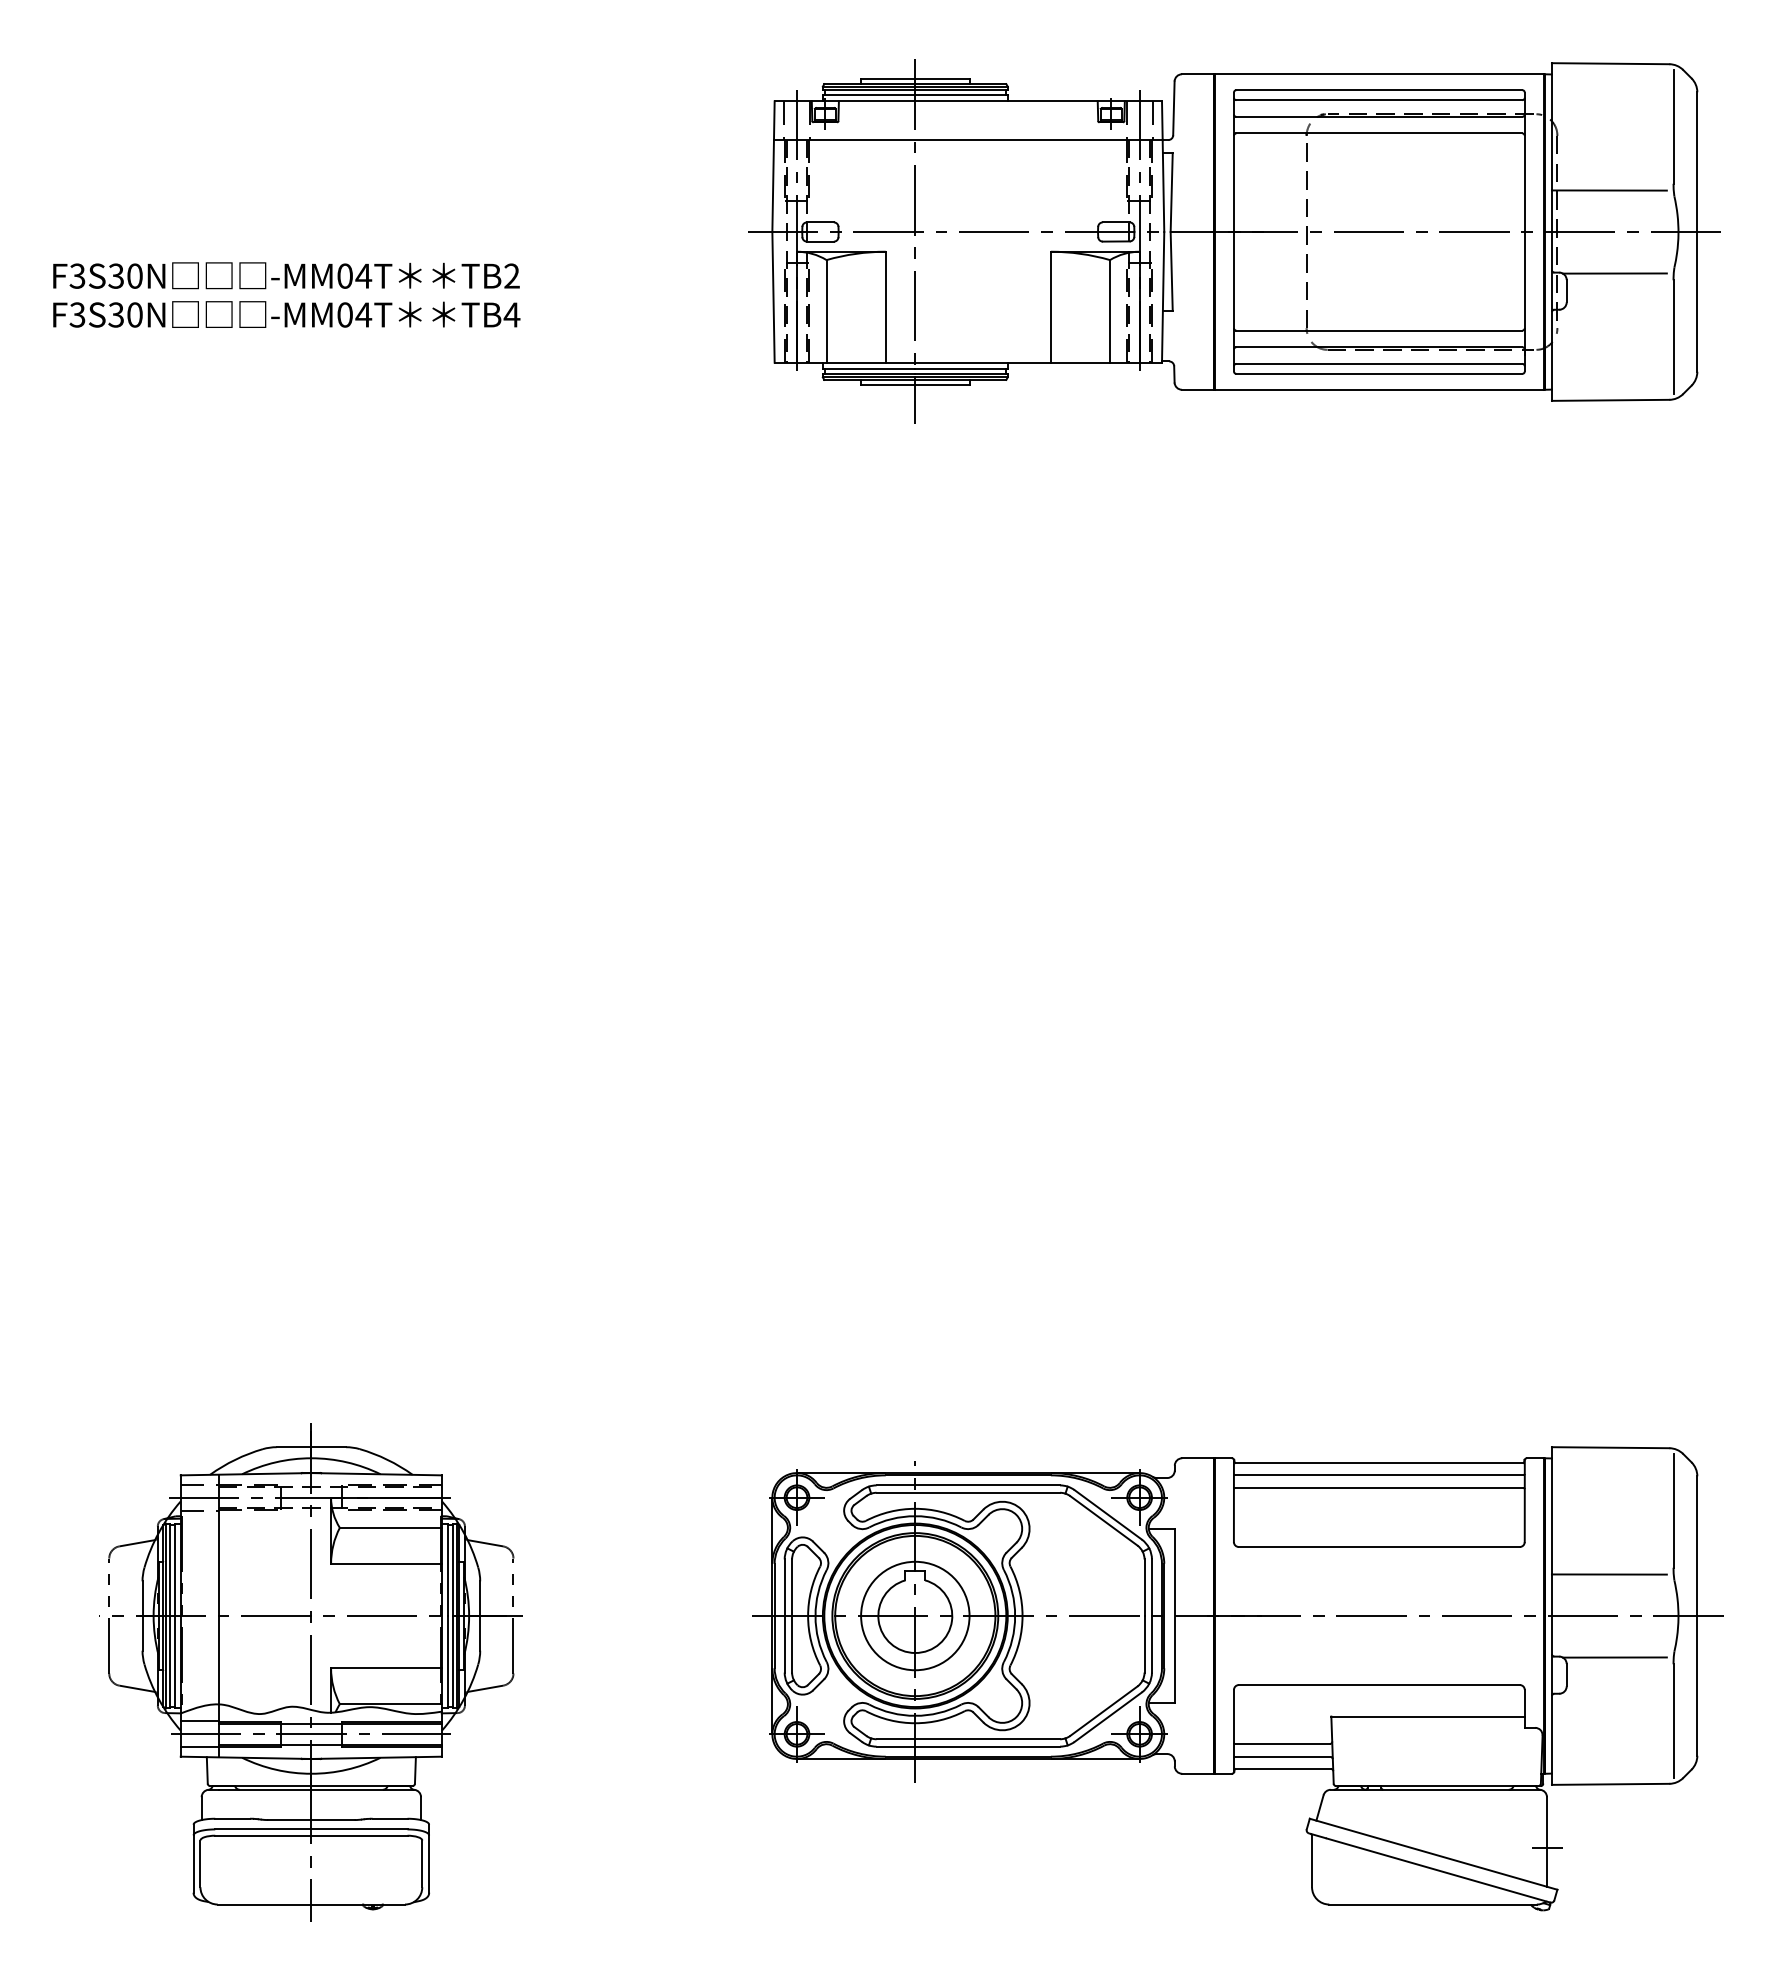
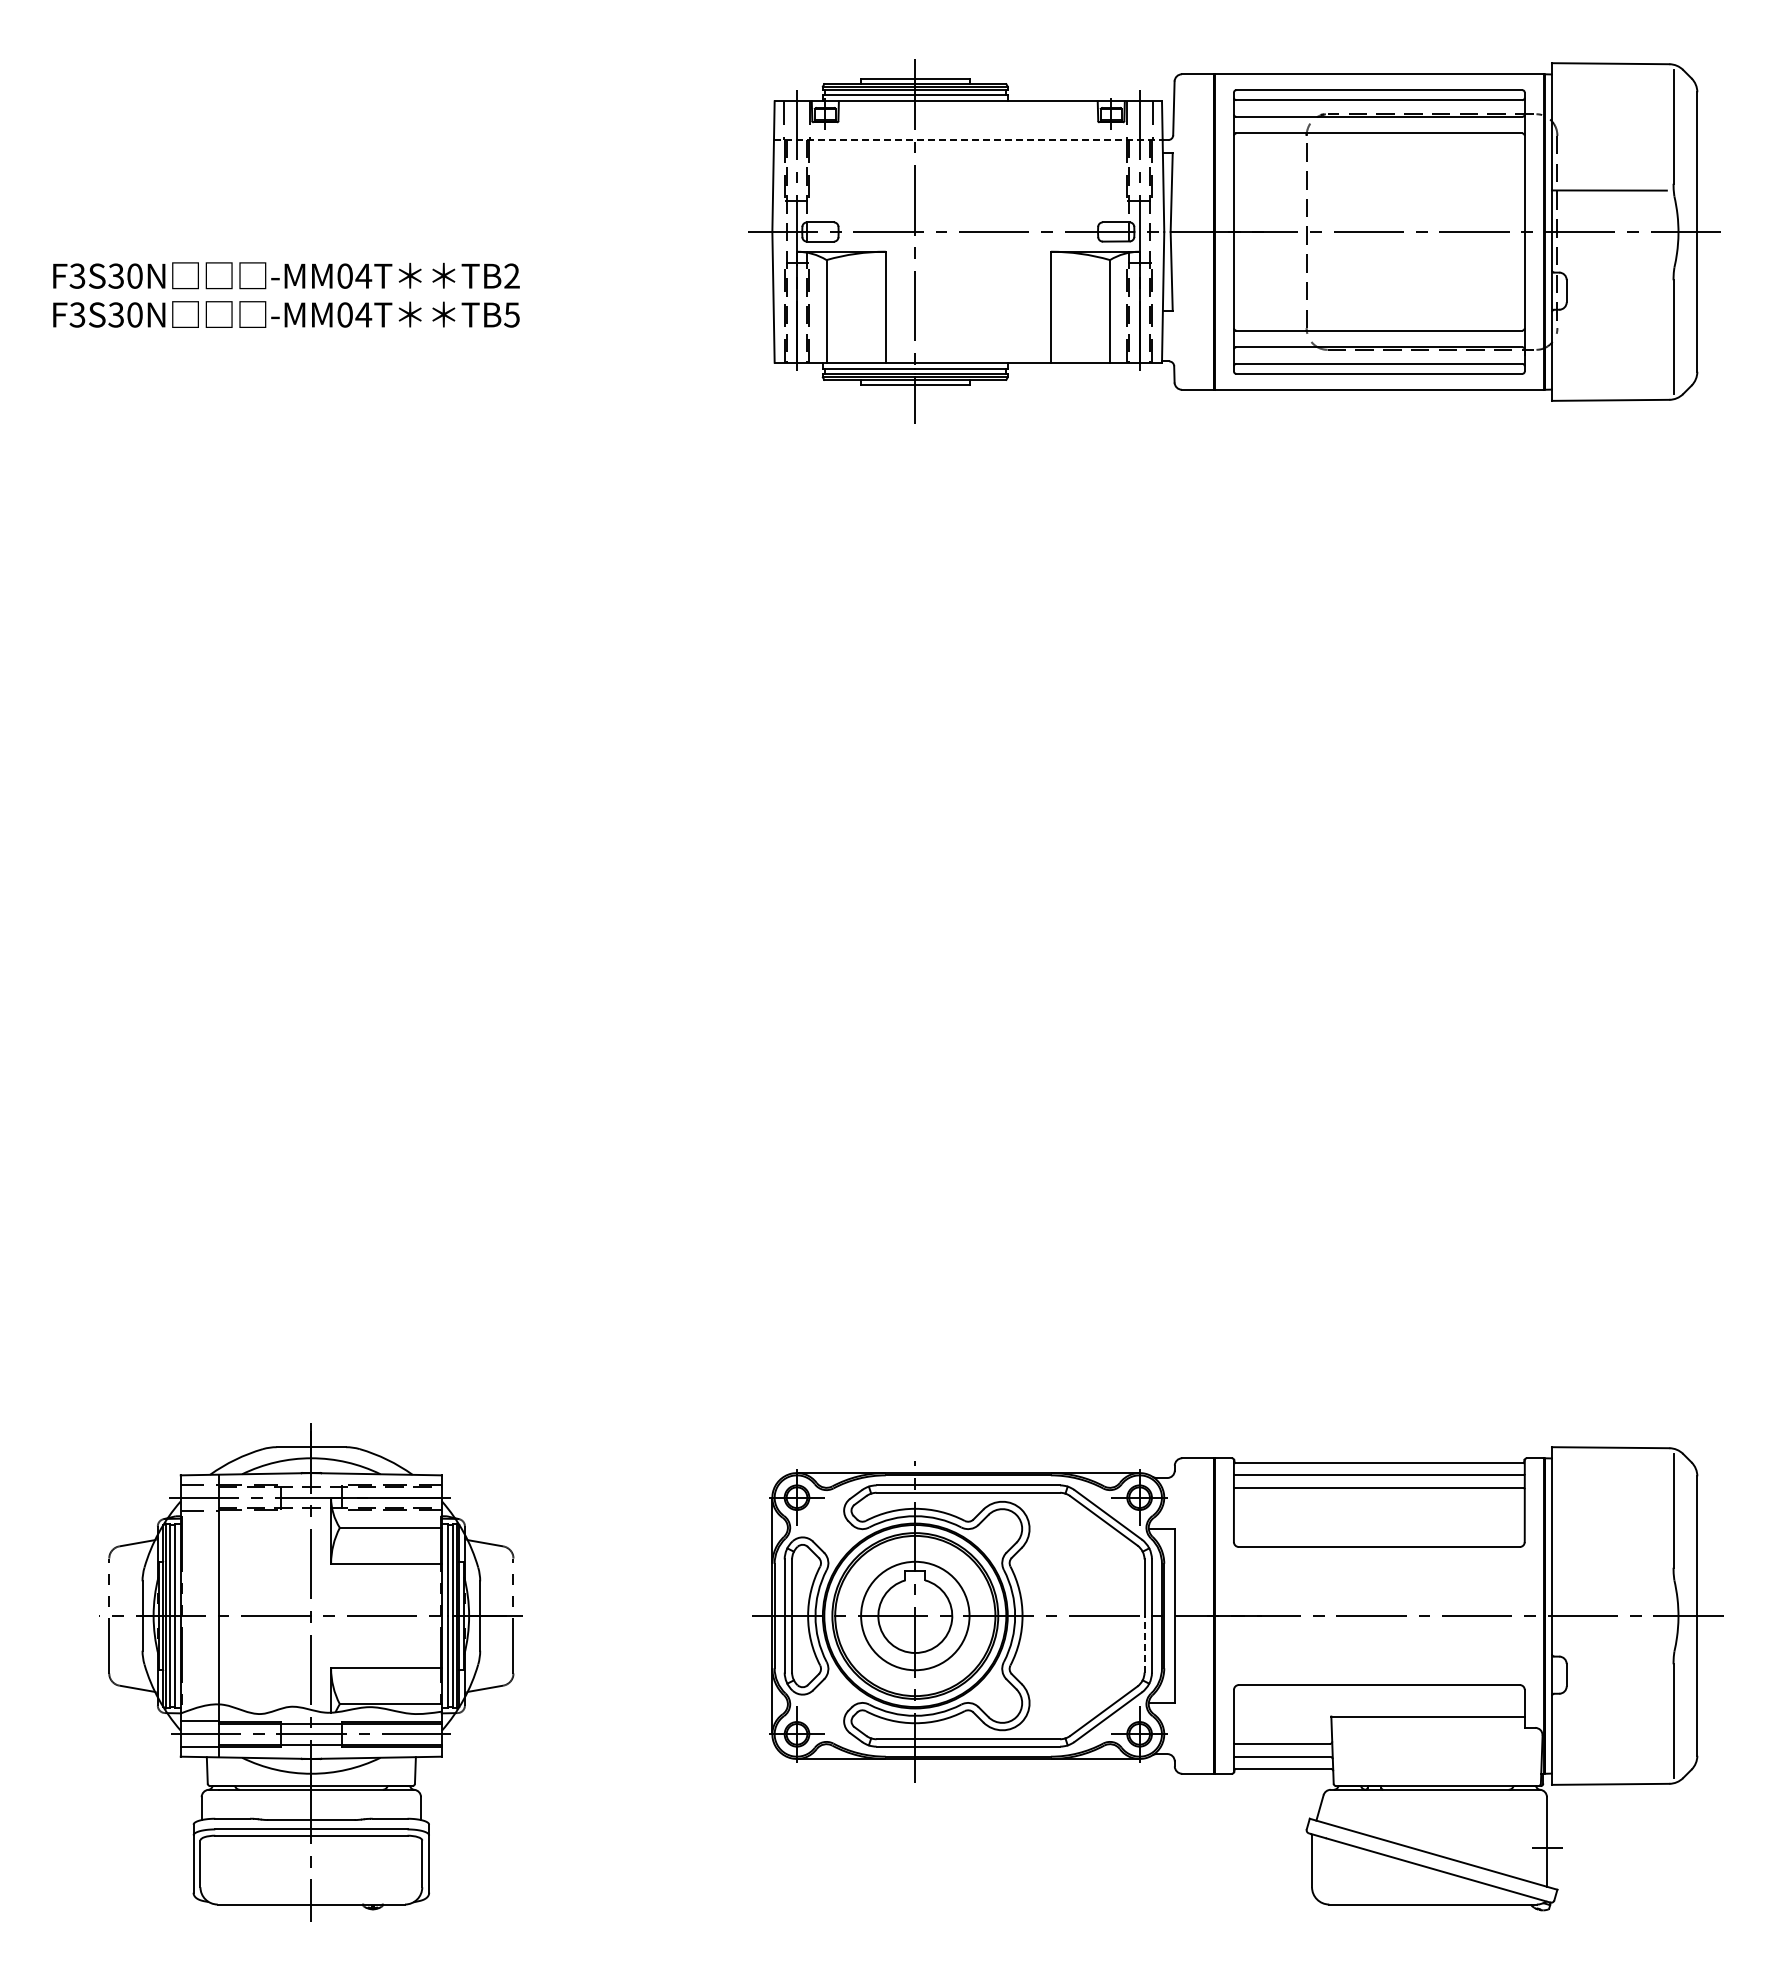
line at (968, 139): solid -> dashed
line at (1614, 273): present -> none
text at (511, 314): TB4 -> TB5
line at (1608, 1574): present -> none
line at (1144, 1643): solid -> dashed
line at (1614, 1657): present -> none
